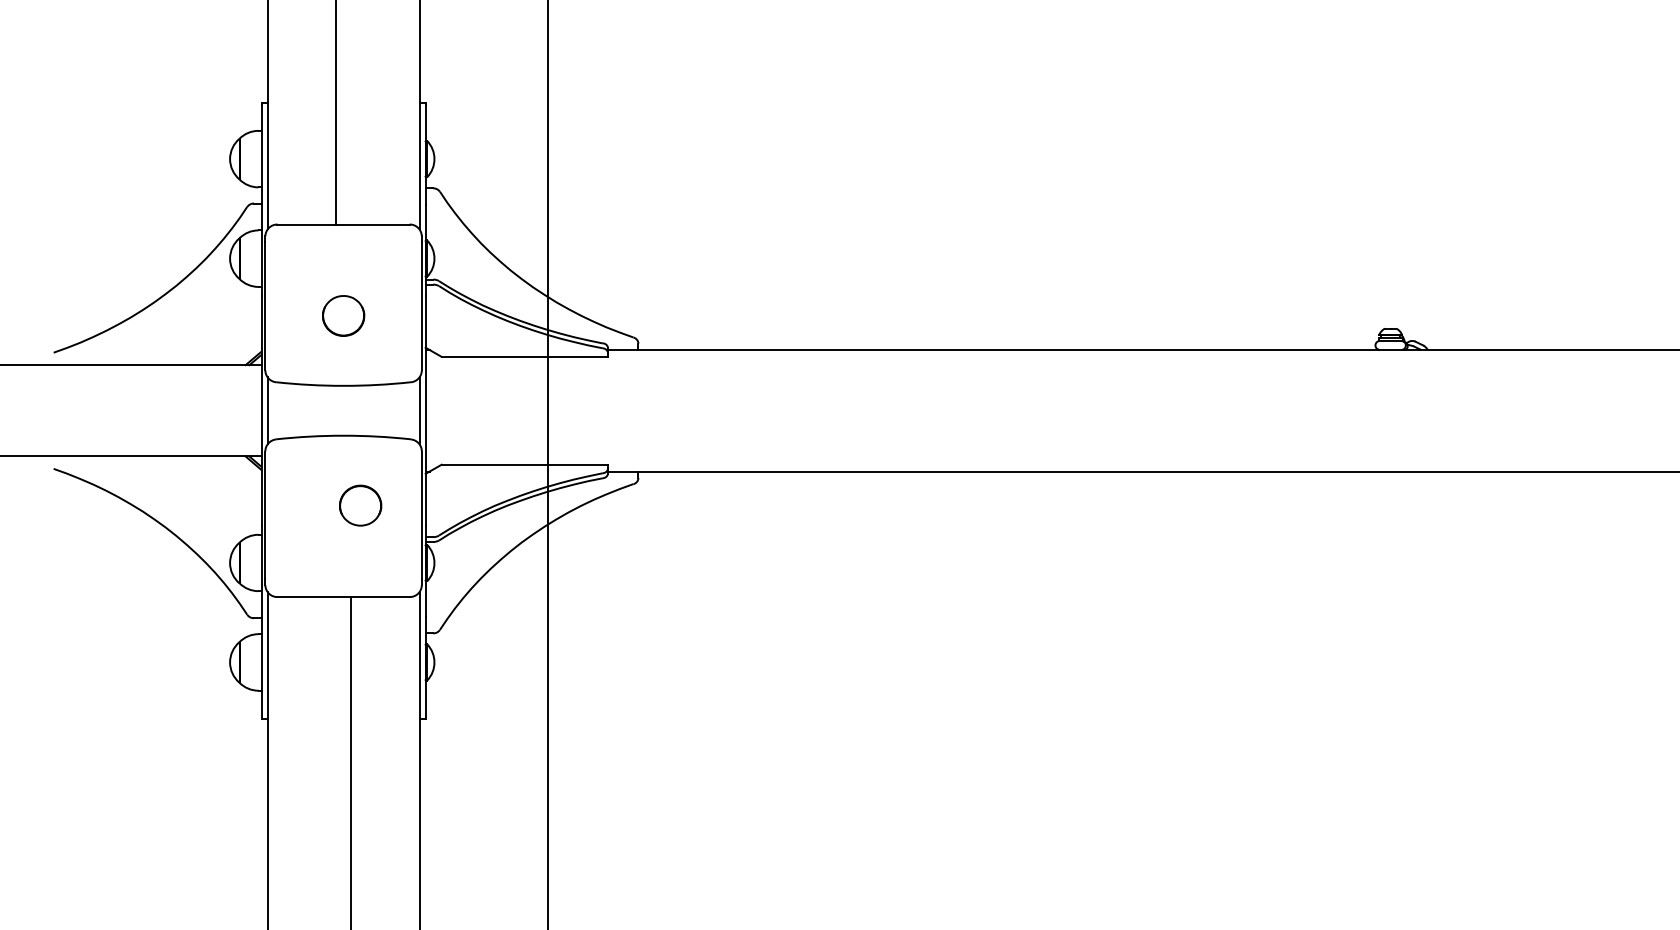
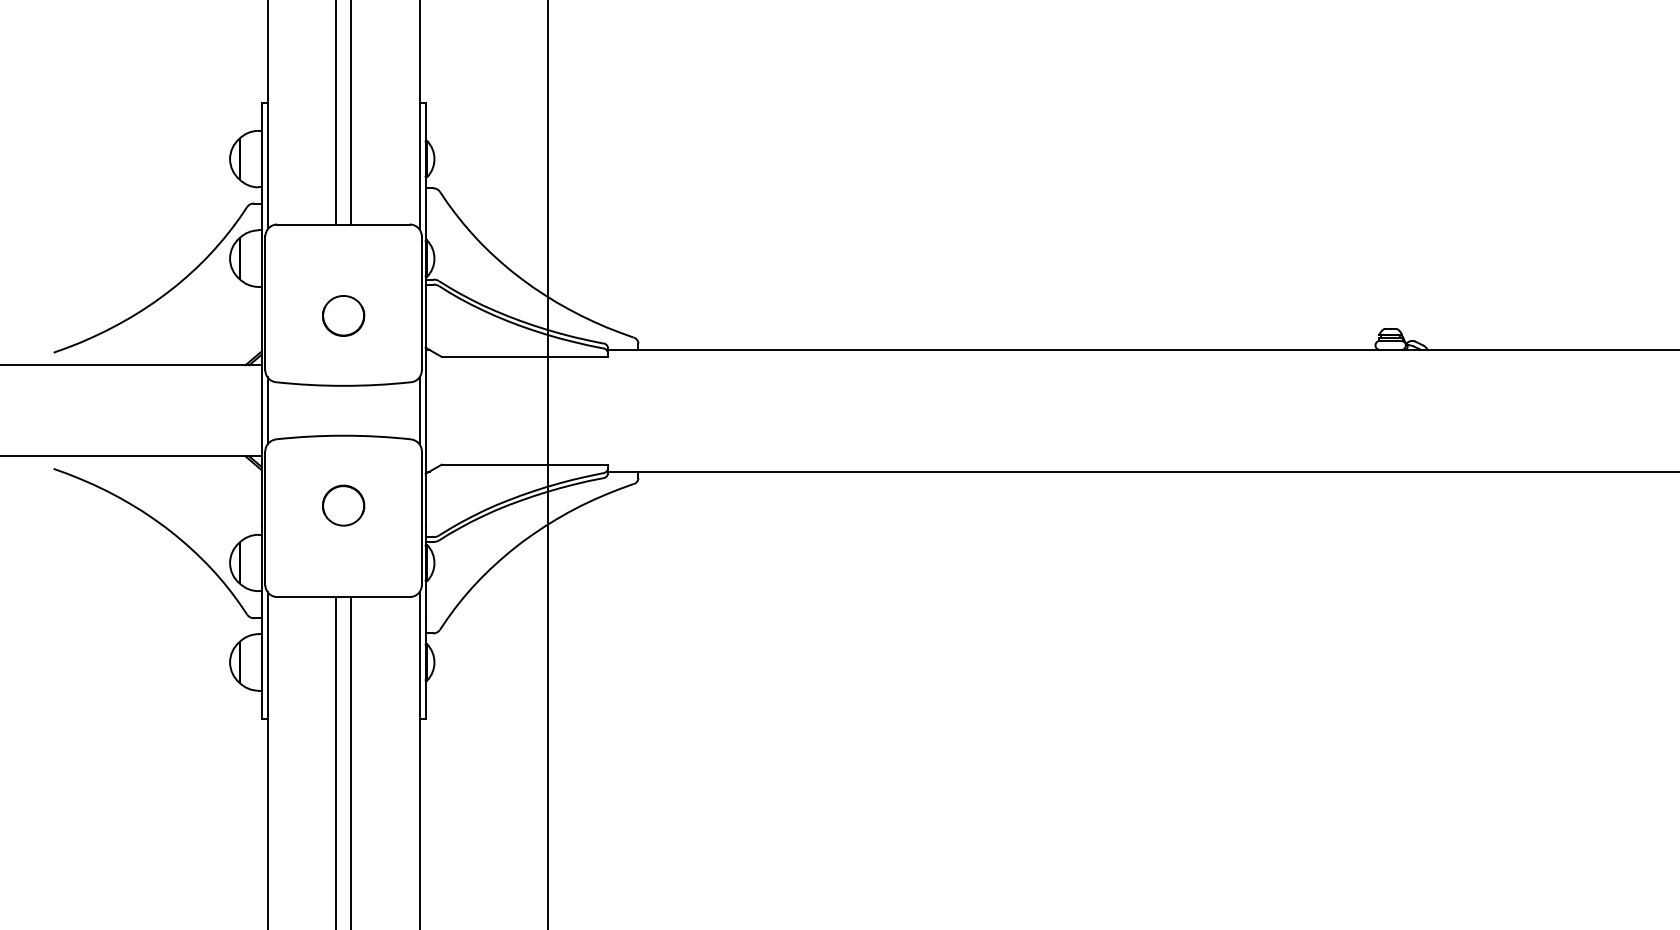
line at (351, 113): none -> present
part at (360, 505) position: (360, 505) -> (343, 505)
line at (336, 761): none -> present
